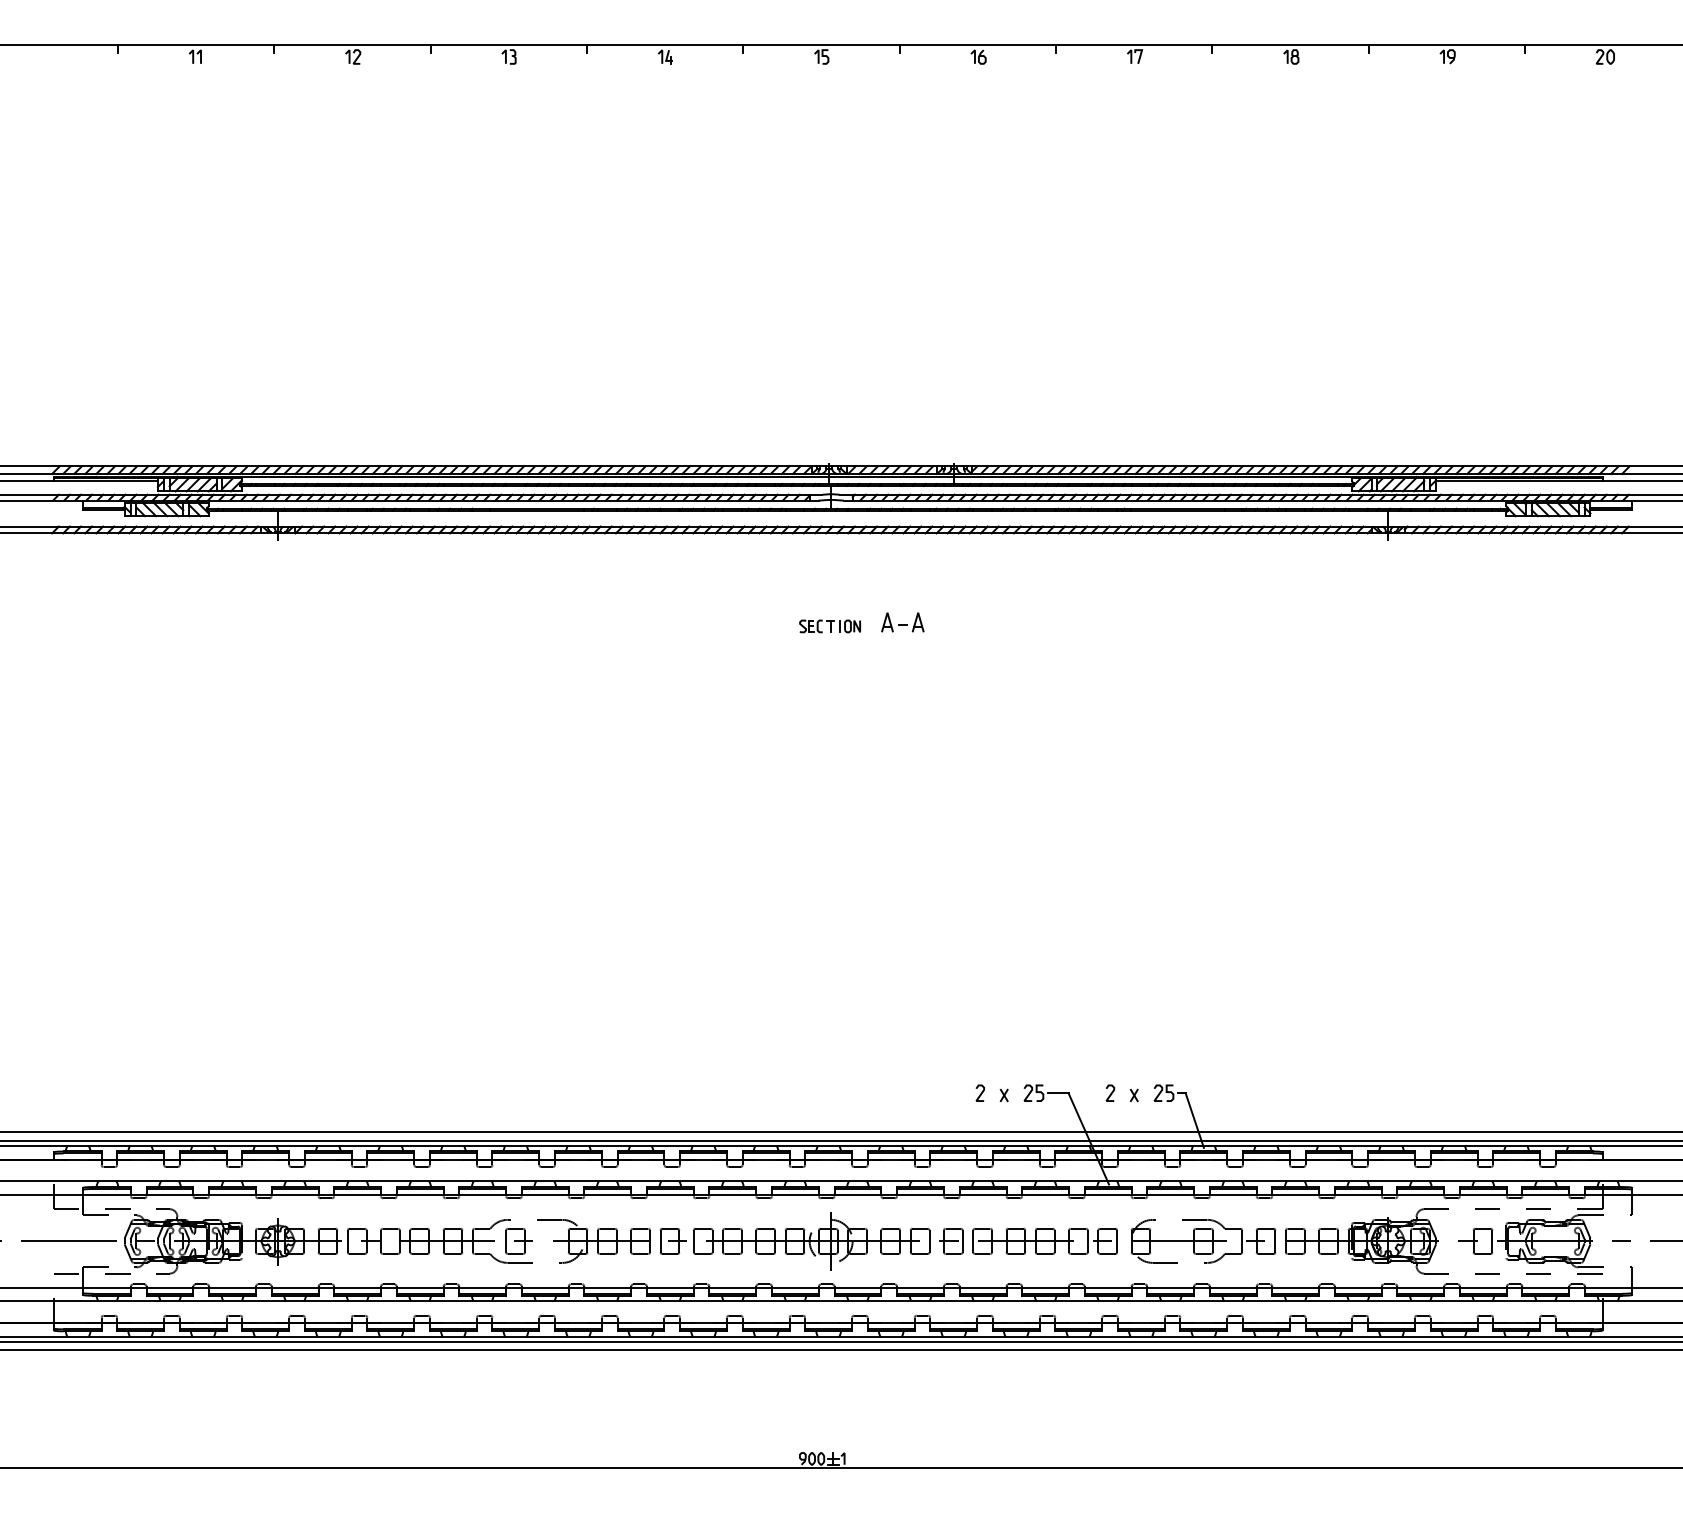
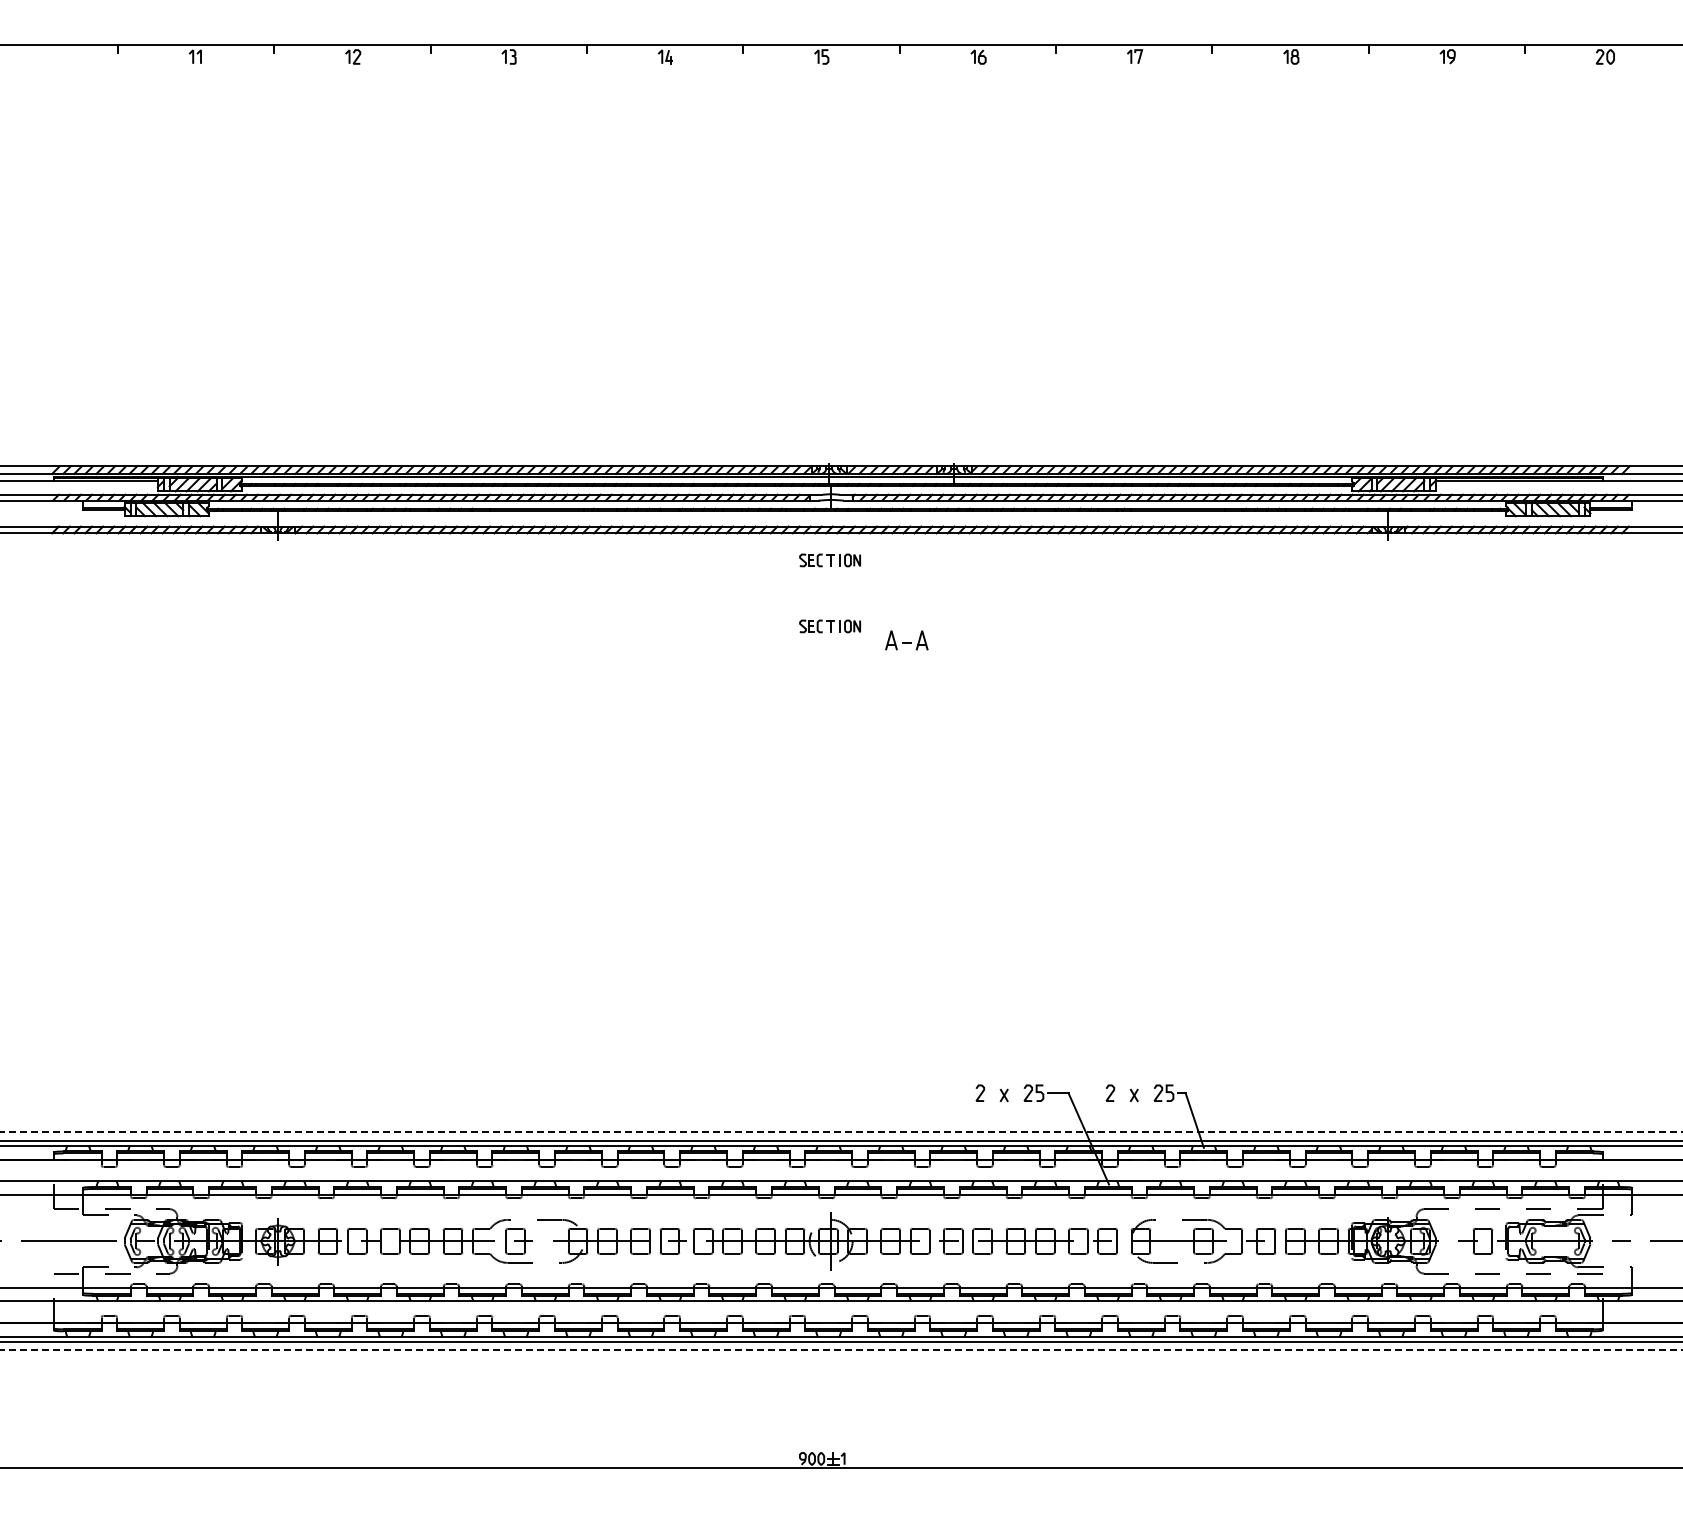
part at (829, 560): none -> present
part at (902, 622) position: (902, 622) -> (906, 640)
line at (841, 1132): solid -> dashed
line at (841, 1350): solid -> dashed
